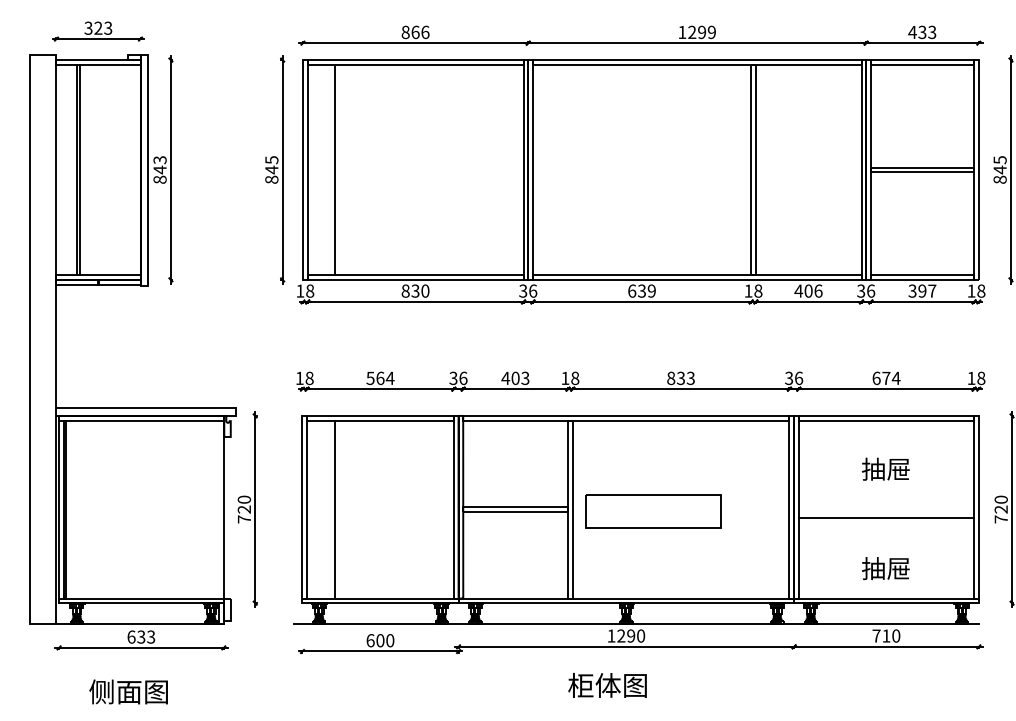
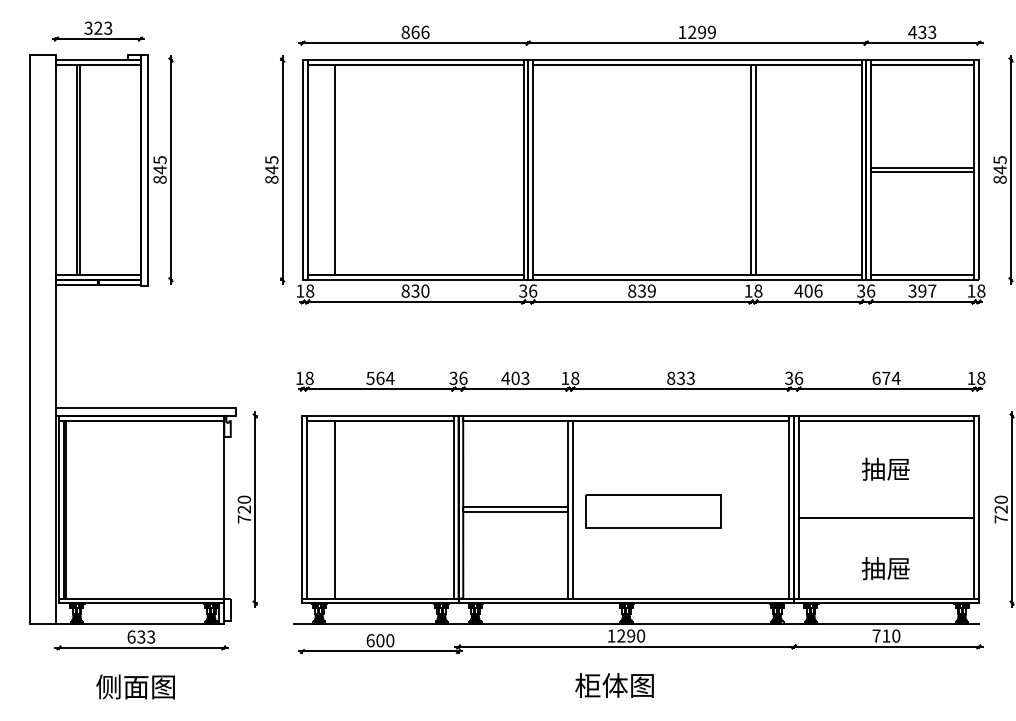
text at (159, 159): 843 -> 845
text at (632, 290): 639 -> 839
text at (607, 685) position: (607, 685) -> (614, 685)
text at (128, 691) position: (128, 691) -> (135, 686)
